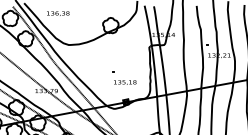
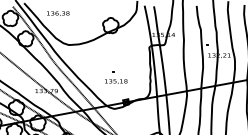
text at (125, 82) position: (125, 82) -> (116, 81)
